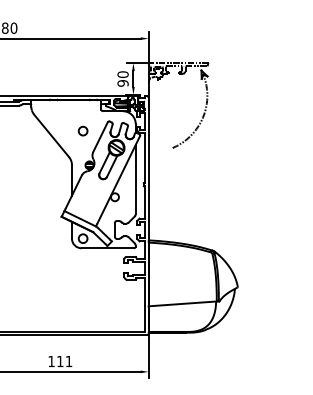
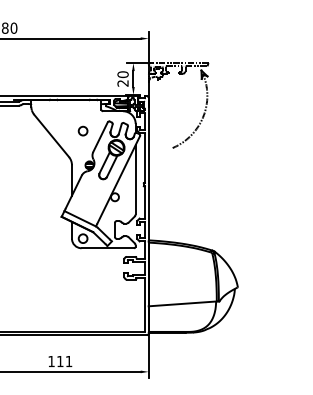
text at (122, 83): 90 -> 20
